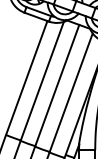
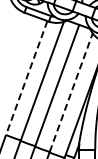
line at (26, 78): solid -> dashed
line at (71, 92): solid -> dashed
